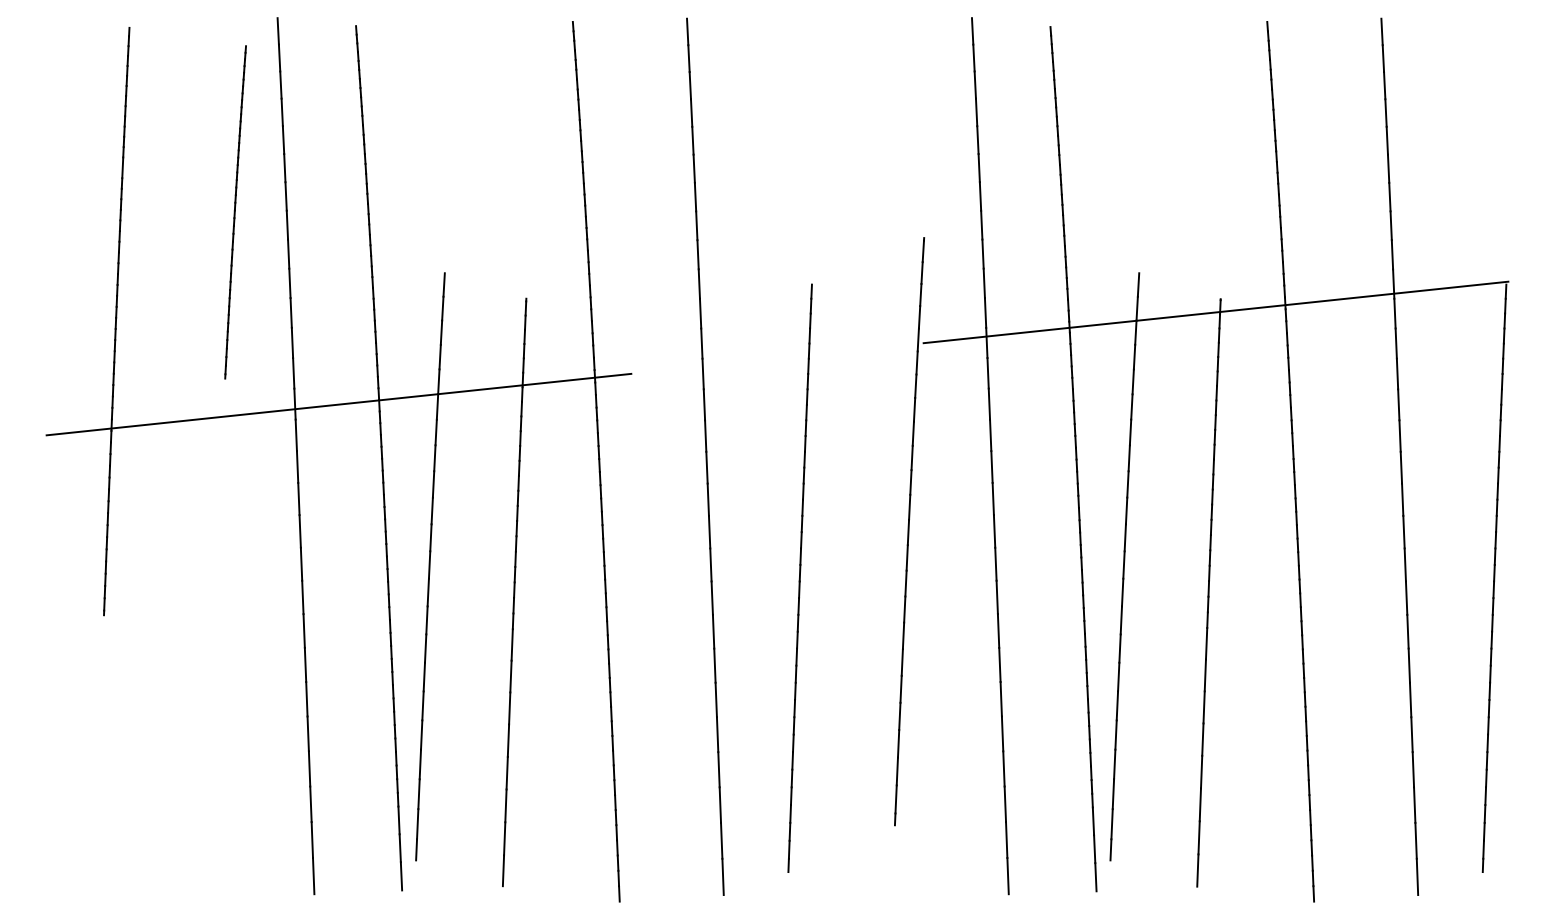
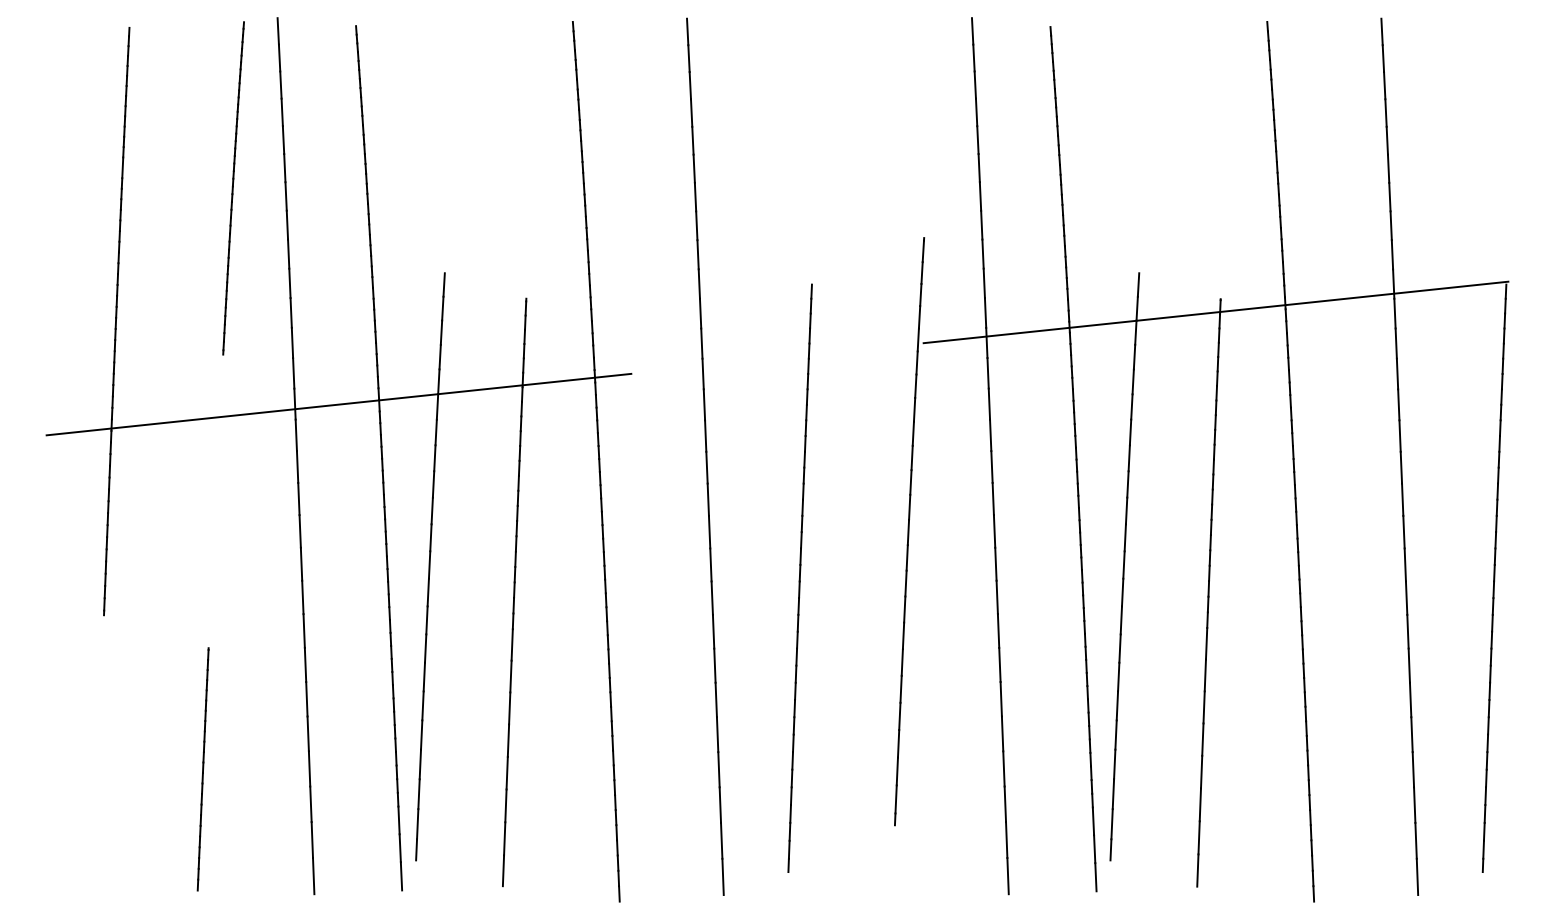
line at (235, 212) position: (235, 212) -> (233, 188)
line at (202, 769): none -> present
